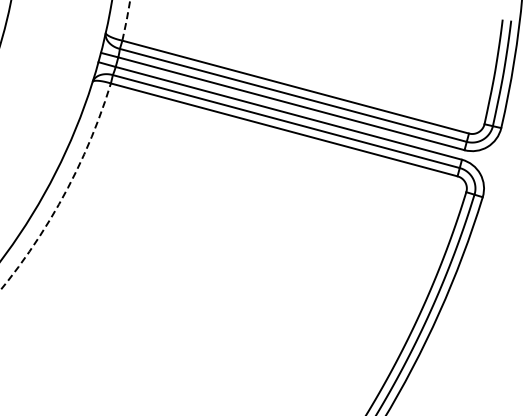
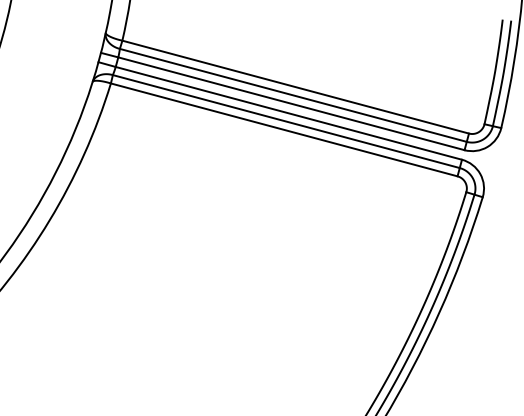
arc at (126, 20): dashed -> solid
arc at (65, 192): dashed -> solid
